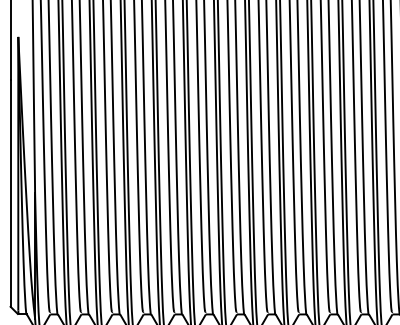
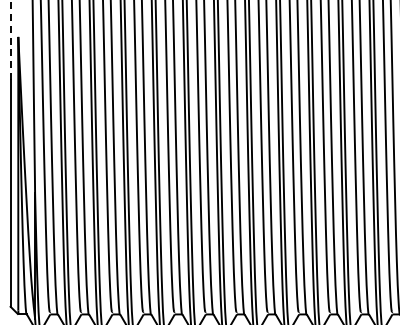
line at (10, 40): solid -> dashed
